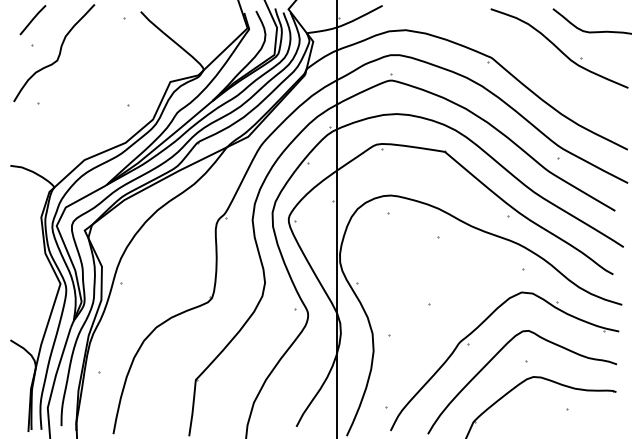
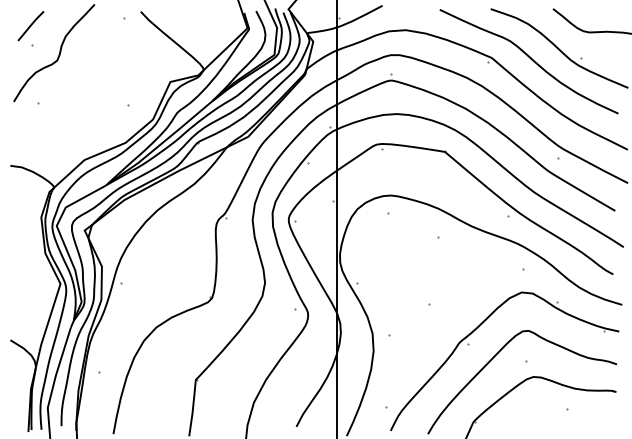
line at (32, 20) position: (32, 20) -> (30, 26)
curve at (530, 59): none -> present
